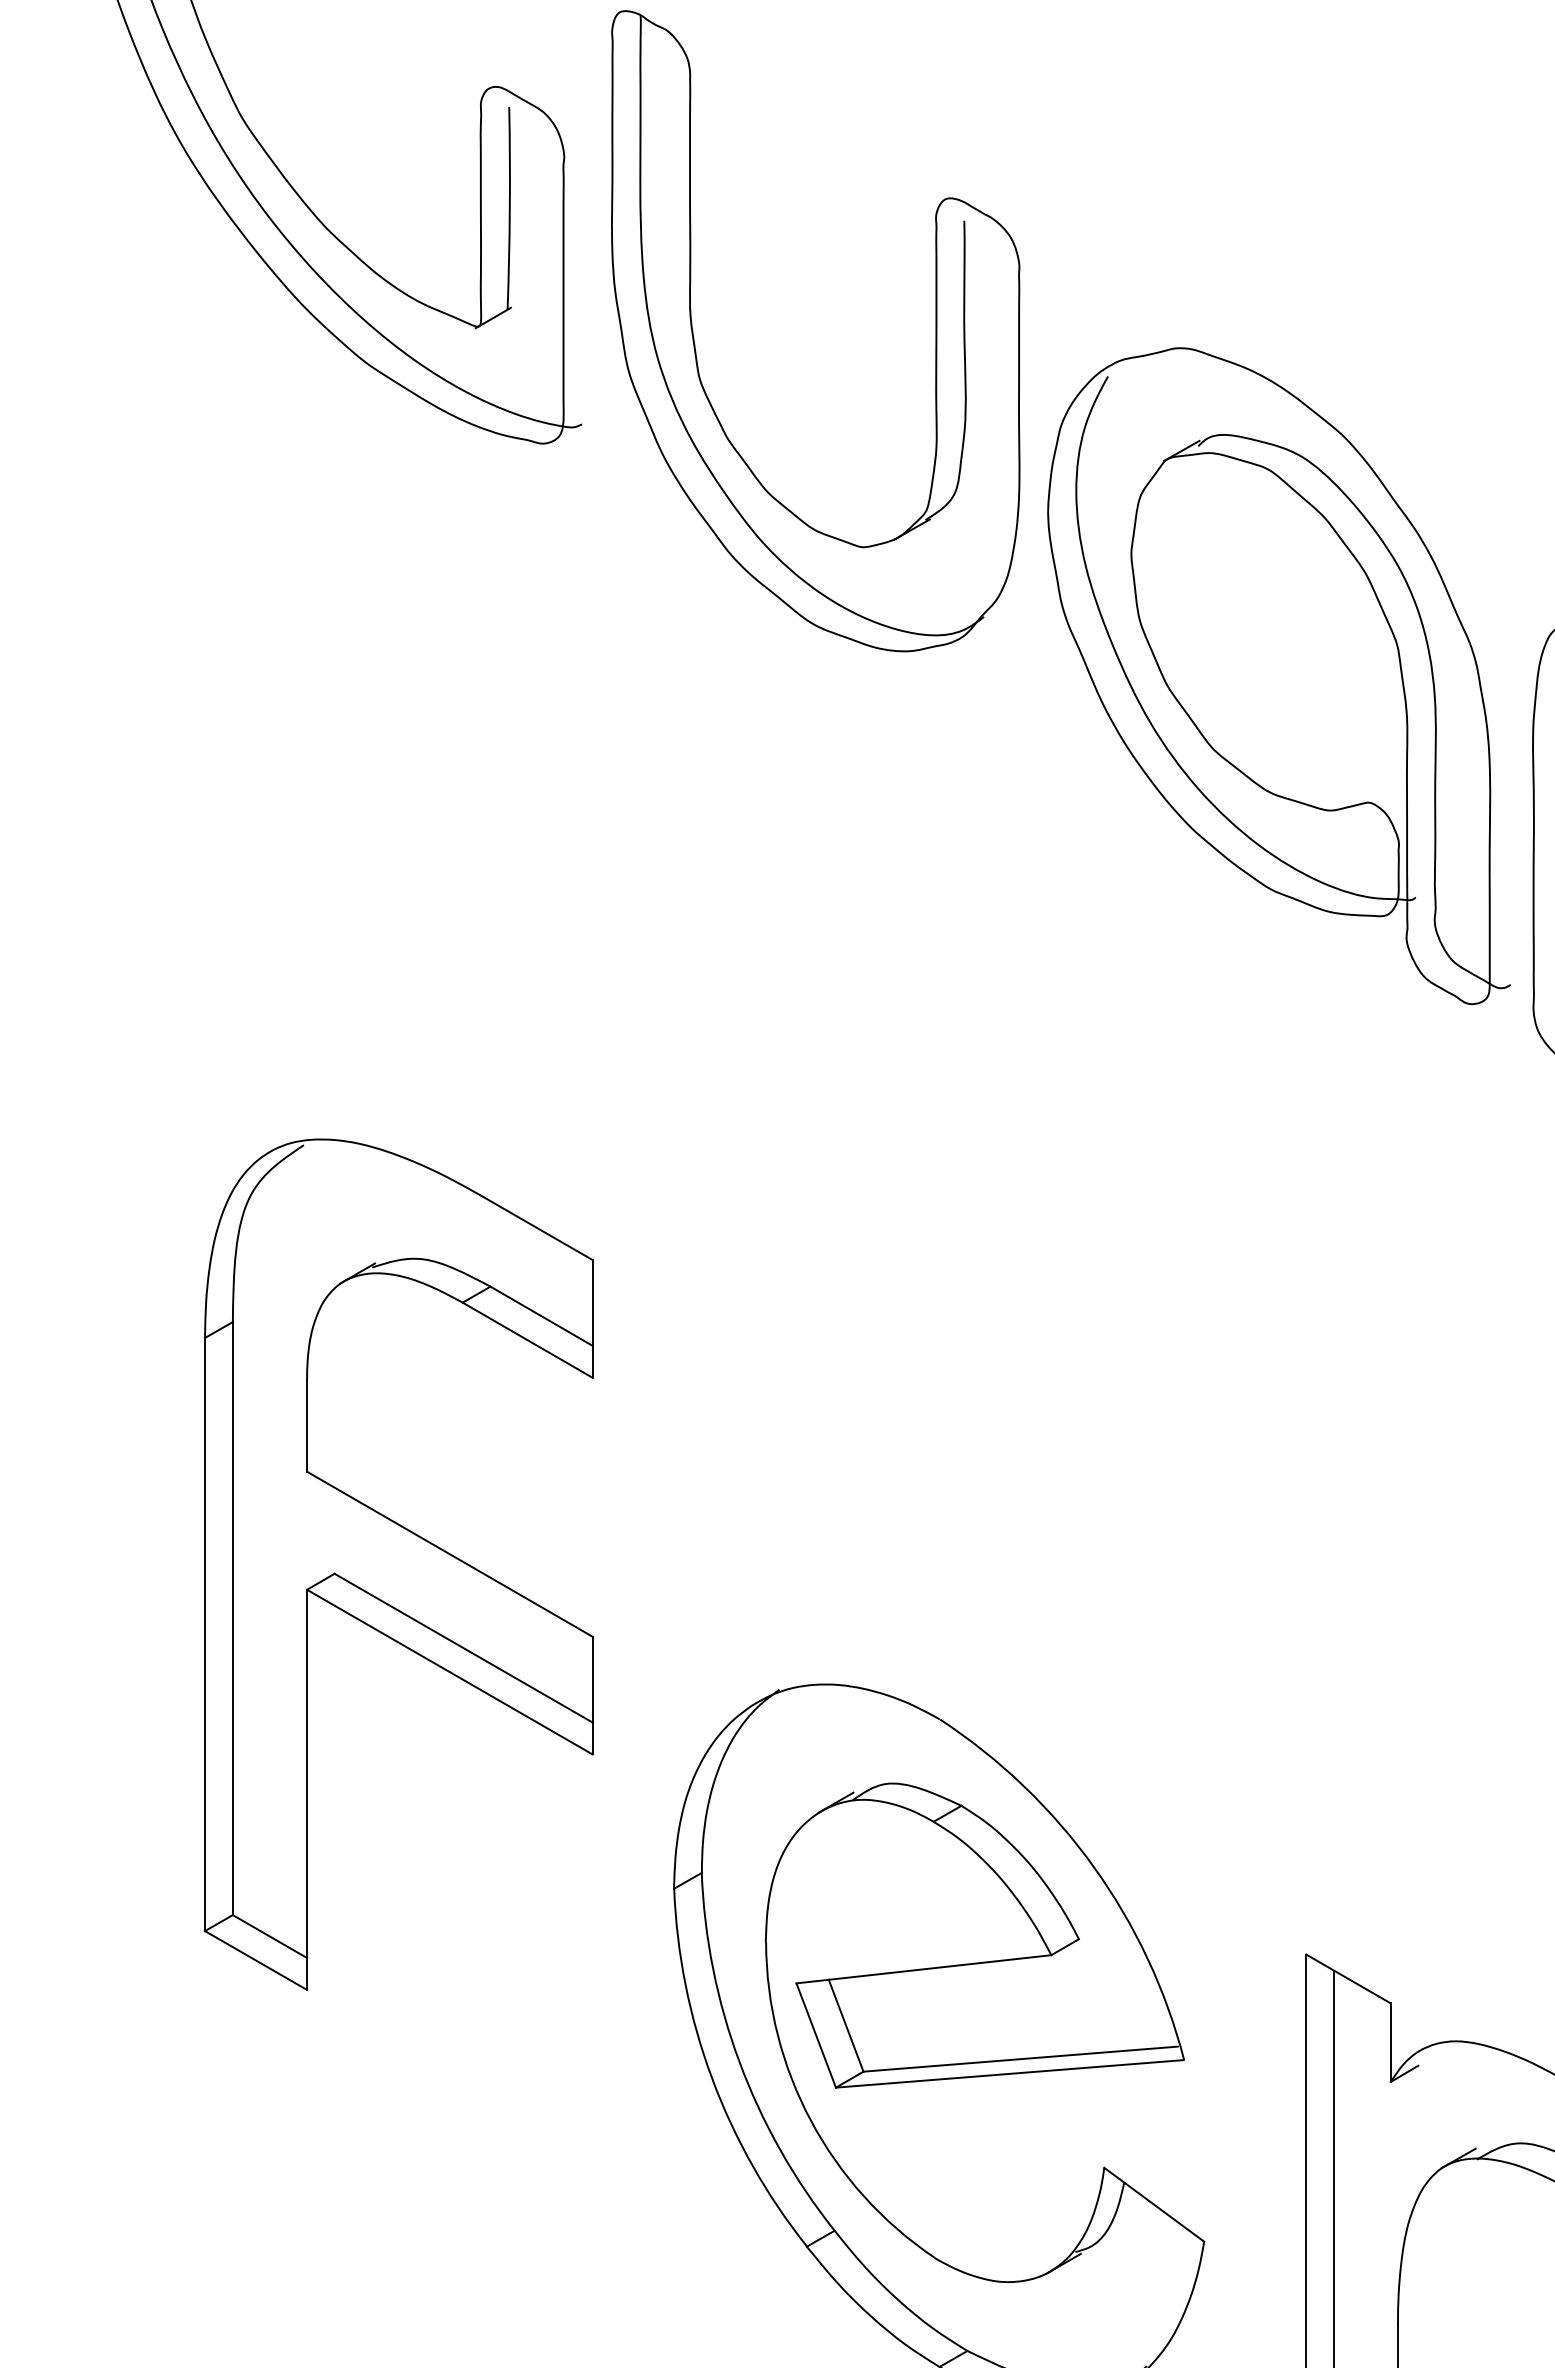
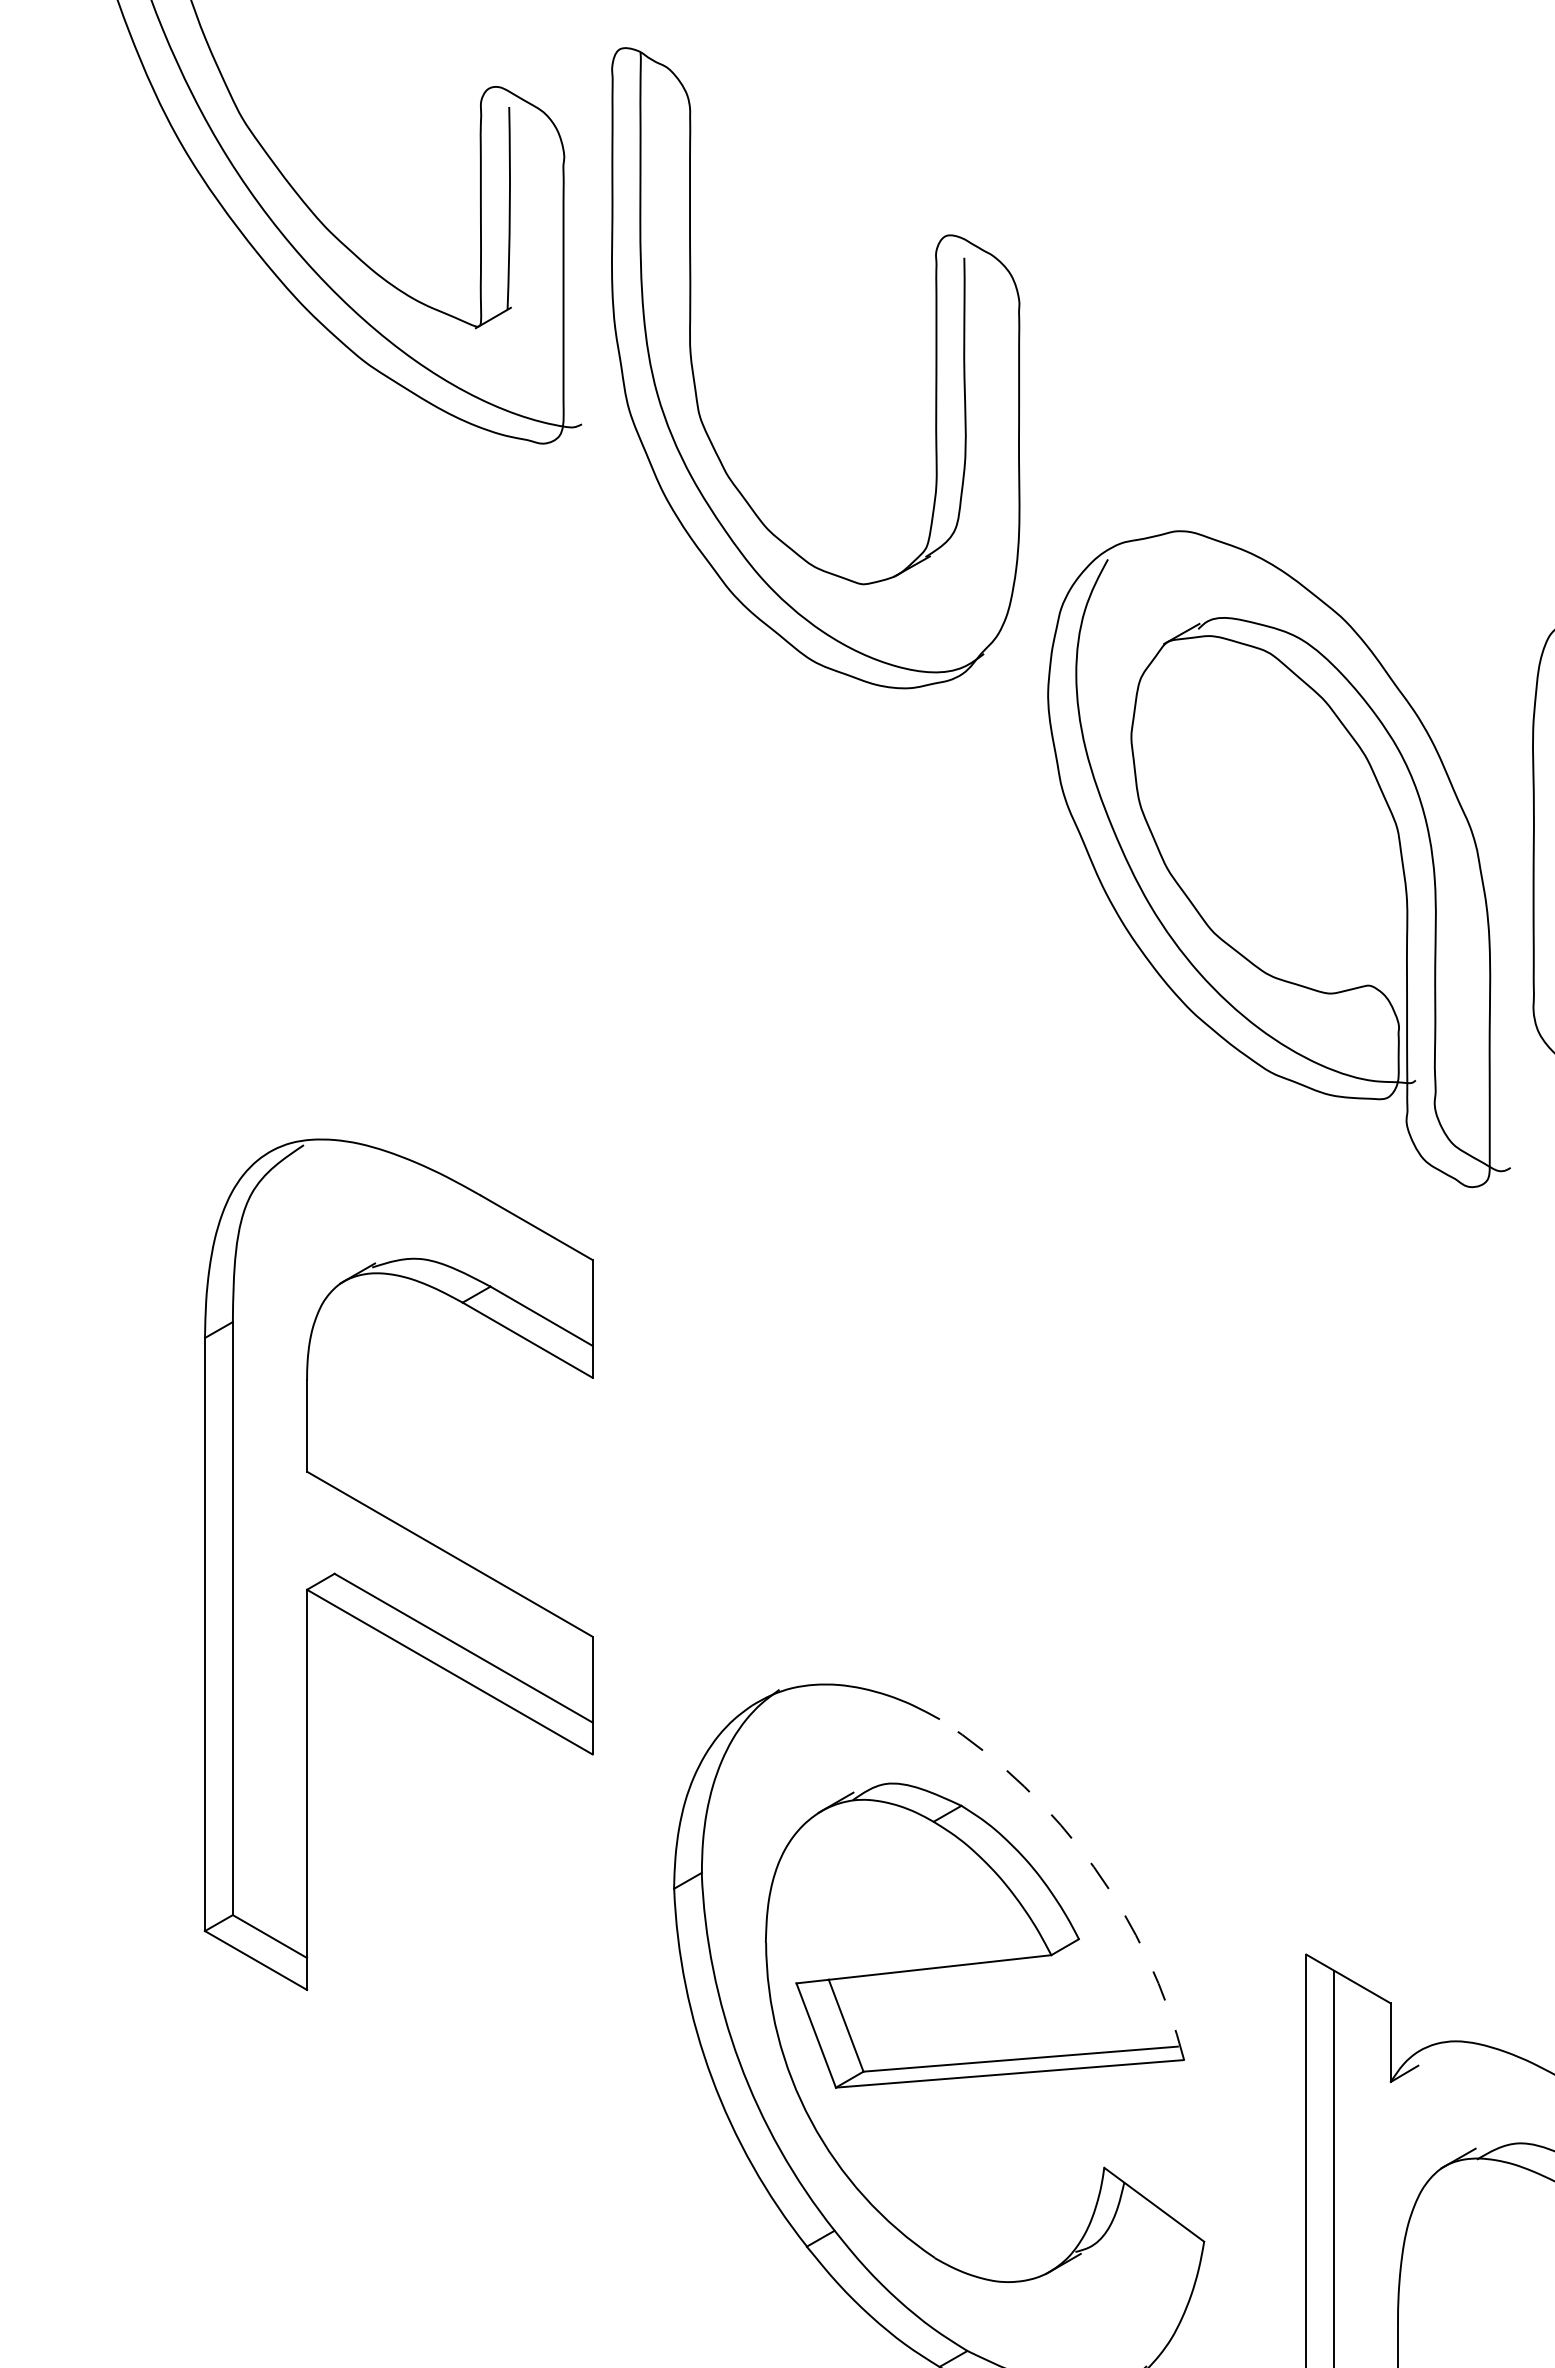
part at (935, 331) position: (935, 331) -> (935, 368)
part at (1278, 676) position: (1278, 676) -> (1278, 859)
arc at (1093, 1867): solid -> dashed
